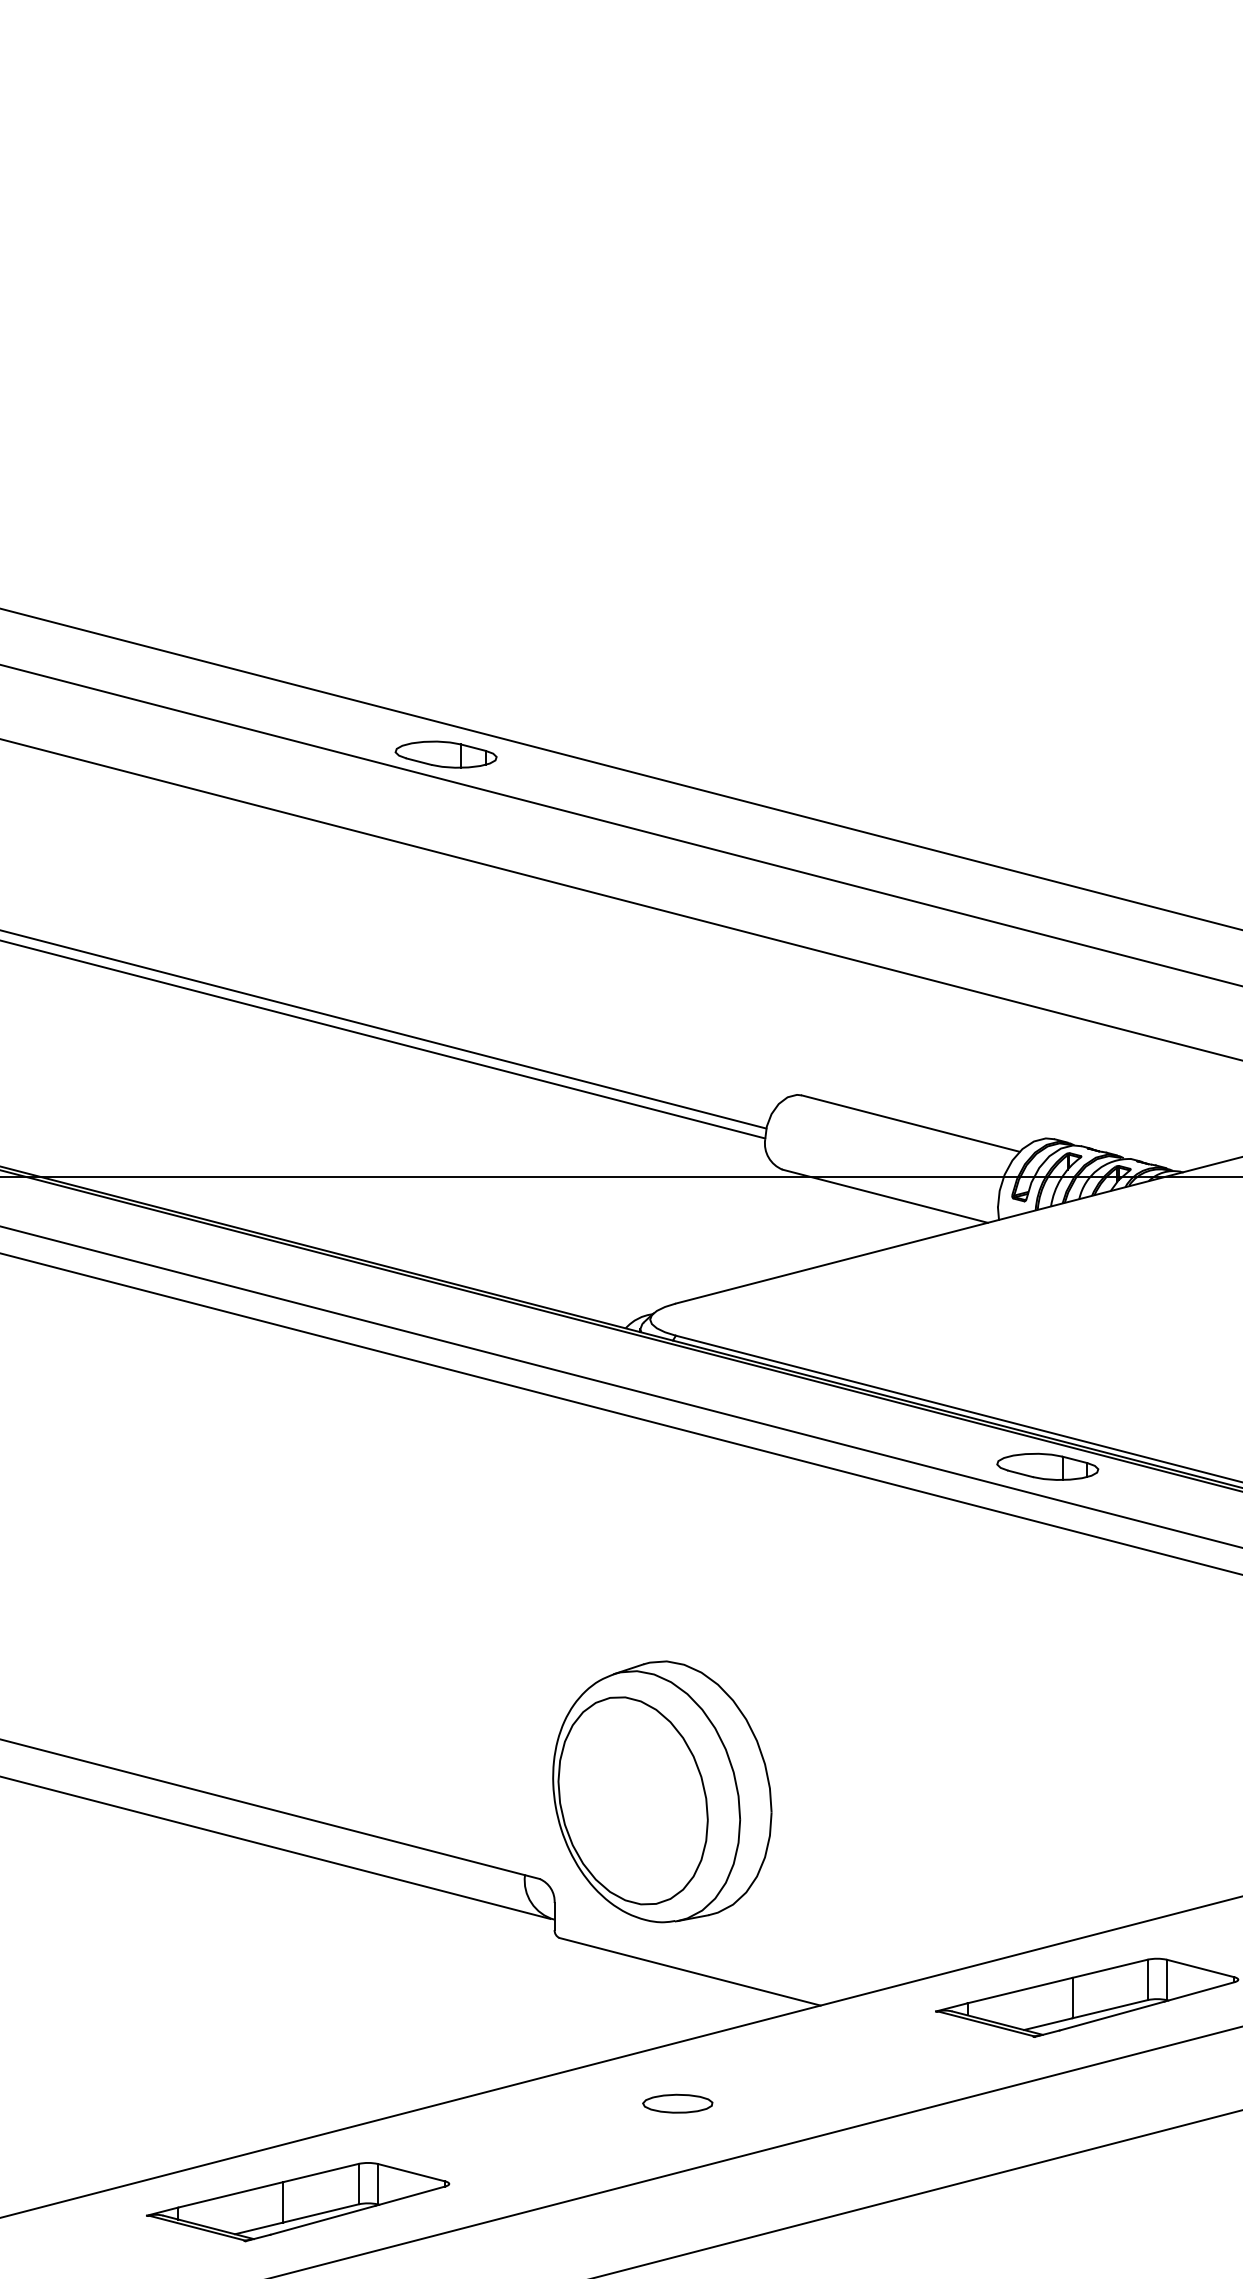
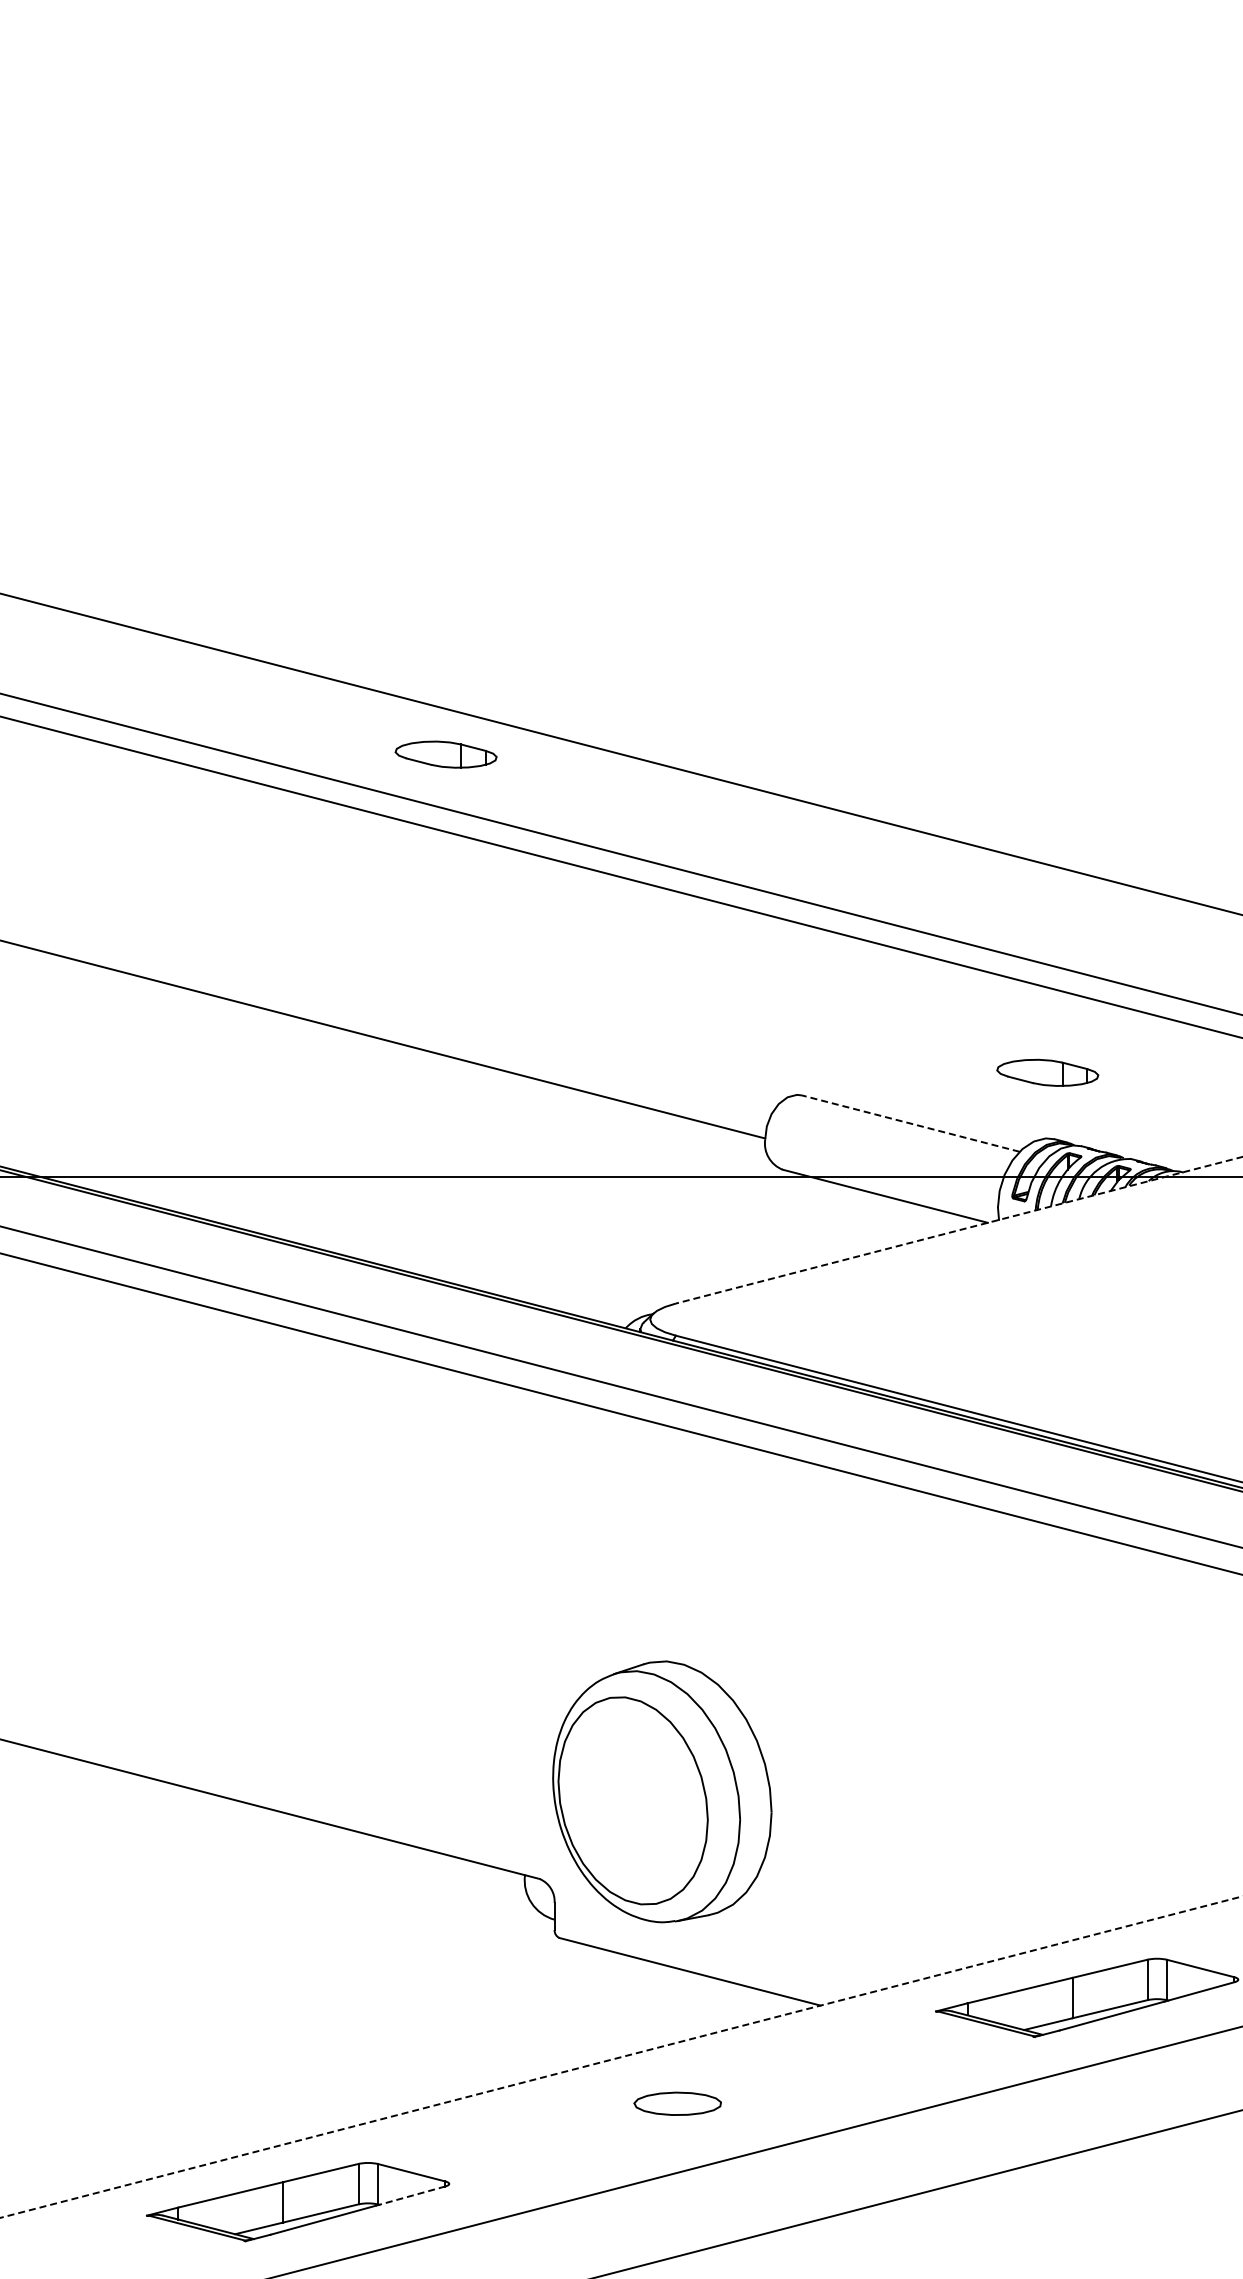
line at (620, 769) position: (620, 769) -> (620, 754)
line at (620, 825) position: (620, 825) -> (620, 854)
line at (620, 899) position: (620, 899) -> (620, 877)
line at (384, 1029): present -> none
line at (910, 1123): solid -> dashed
line at (959, 1230): solid -> dashed
part at (1047, 1466) position: (1047, 1466) -> (1047, 1072)
line at (276, 1847): present -> none
line at (622, 2056): solid -> dashed
part at (677, 2103) size: 72x21 px -> 89x25 px
line at (410, 2196): solid -> dashed
